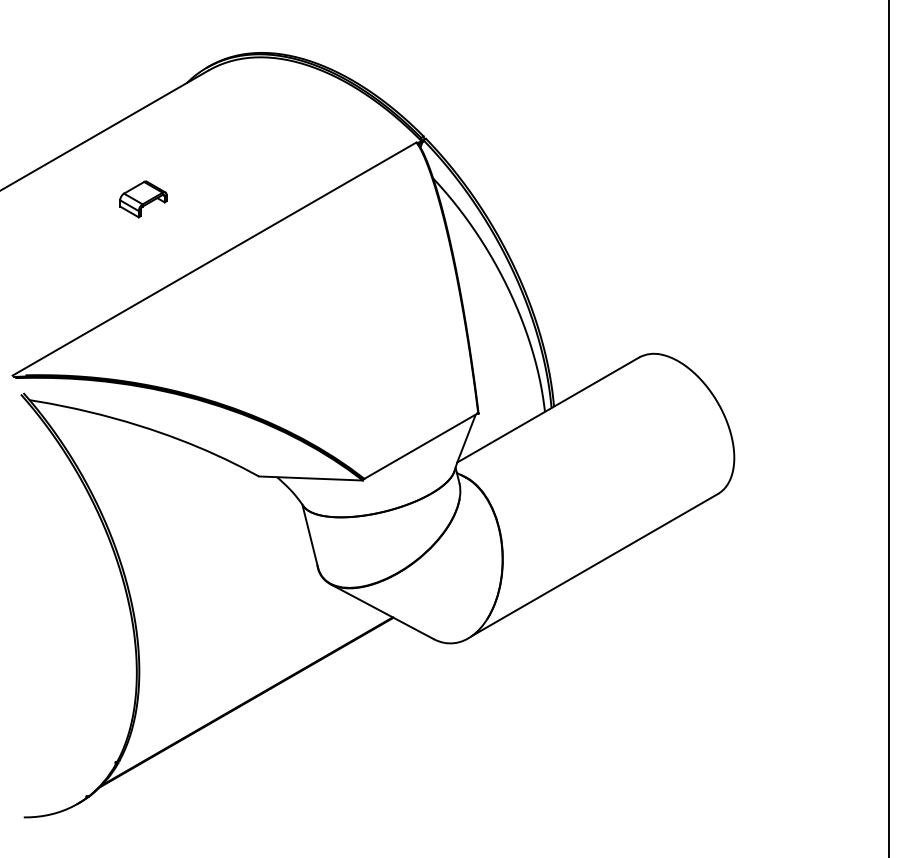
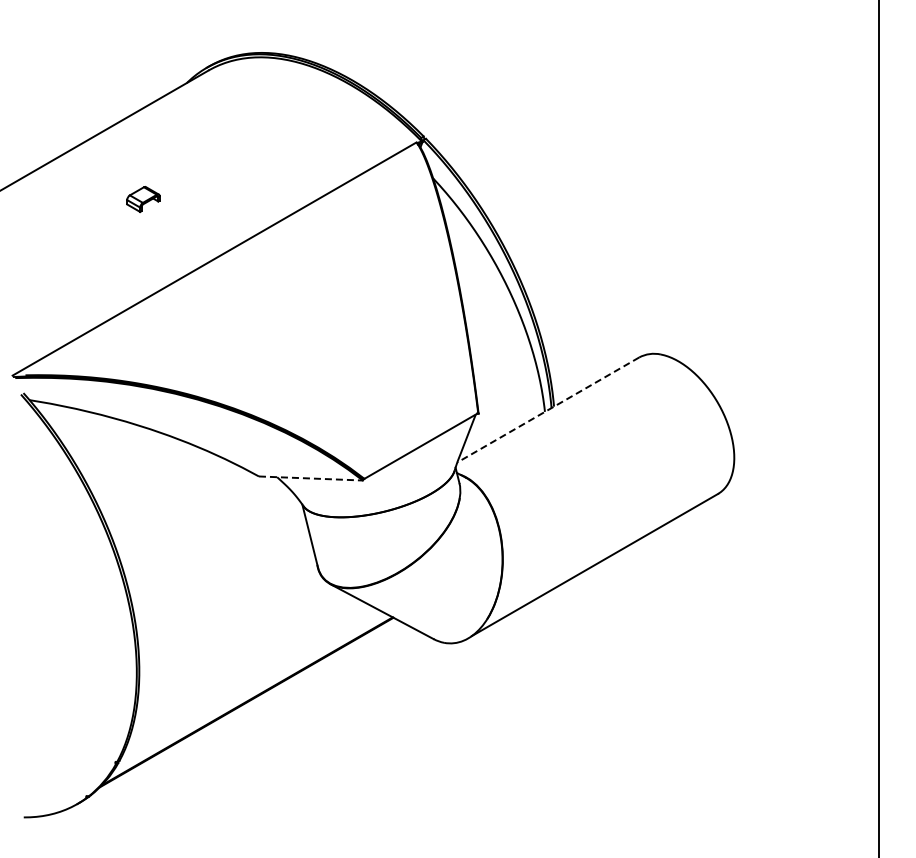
part at (143, 199) size: 49x39 px -> 35x28 px
line at (547, 410): solid -> dashed
line at (888, 428) position: (888, 428) -> (878, 428)
line at (311, 478): solid -> dashed
